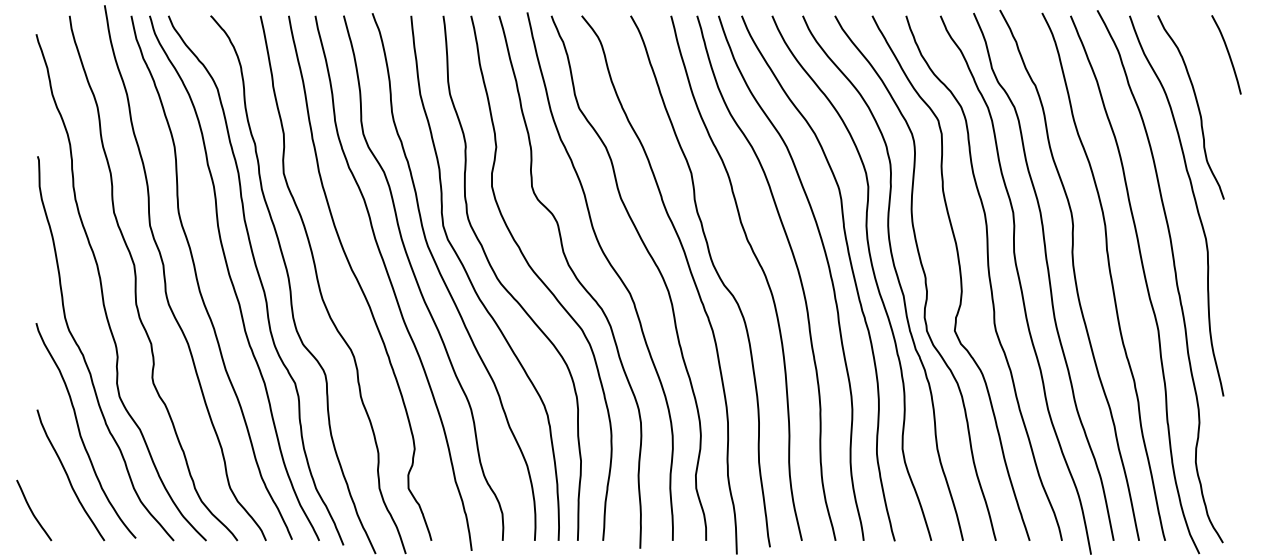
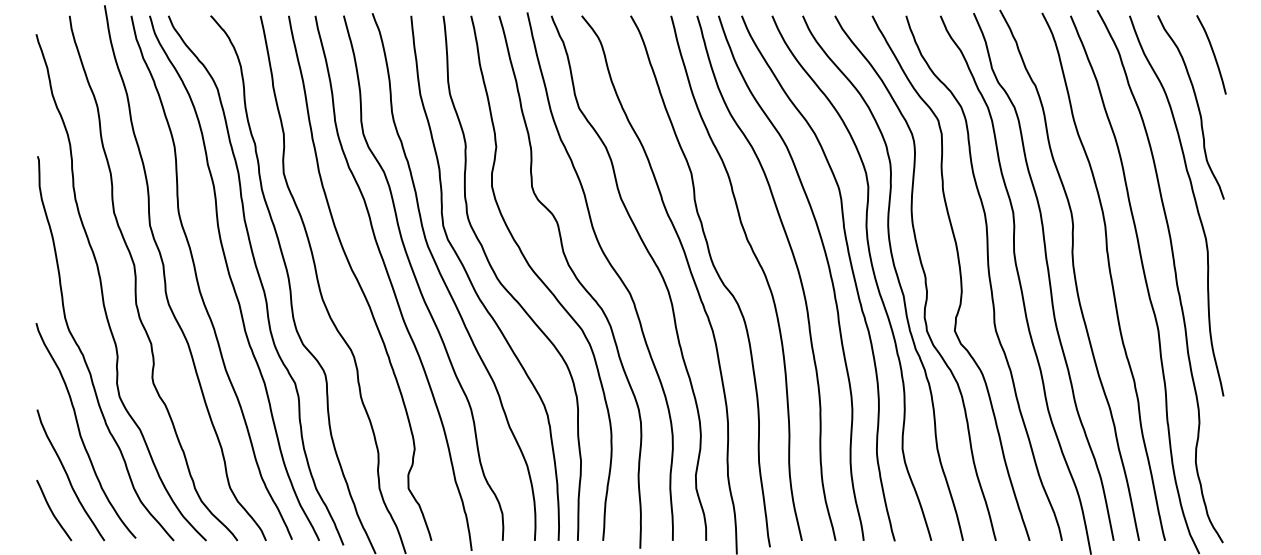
curve at (1227, 53) position: (1227, 53) -> (1212, 53)
curve at (32, 510) position: (32, 510) -> (52, 510)
